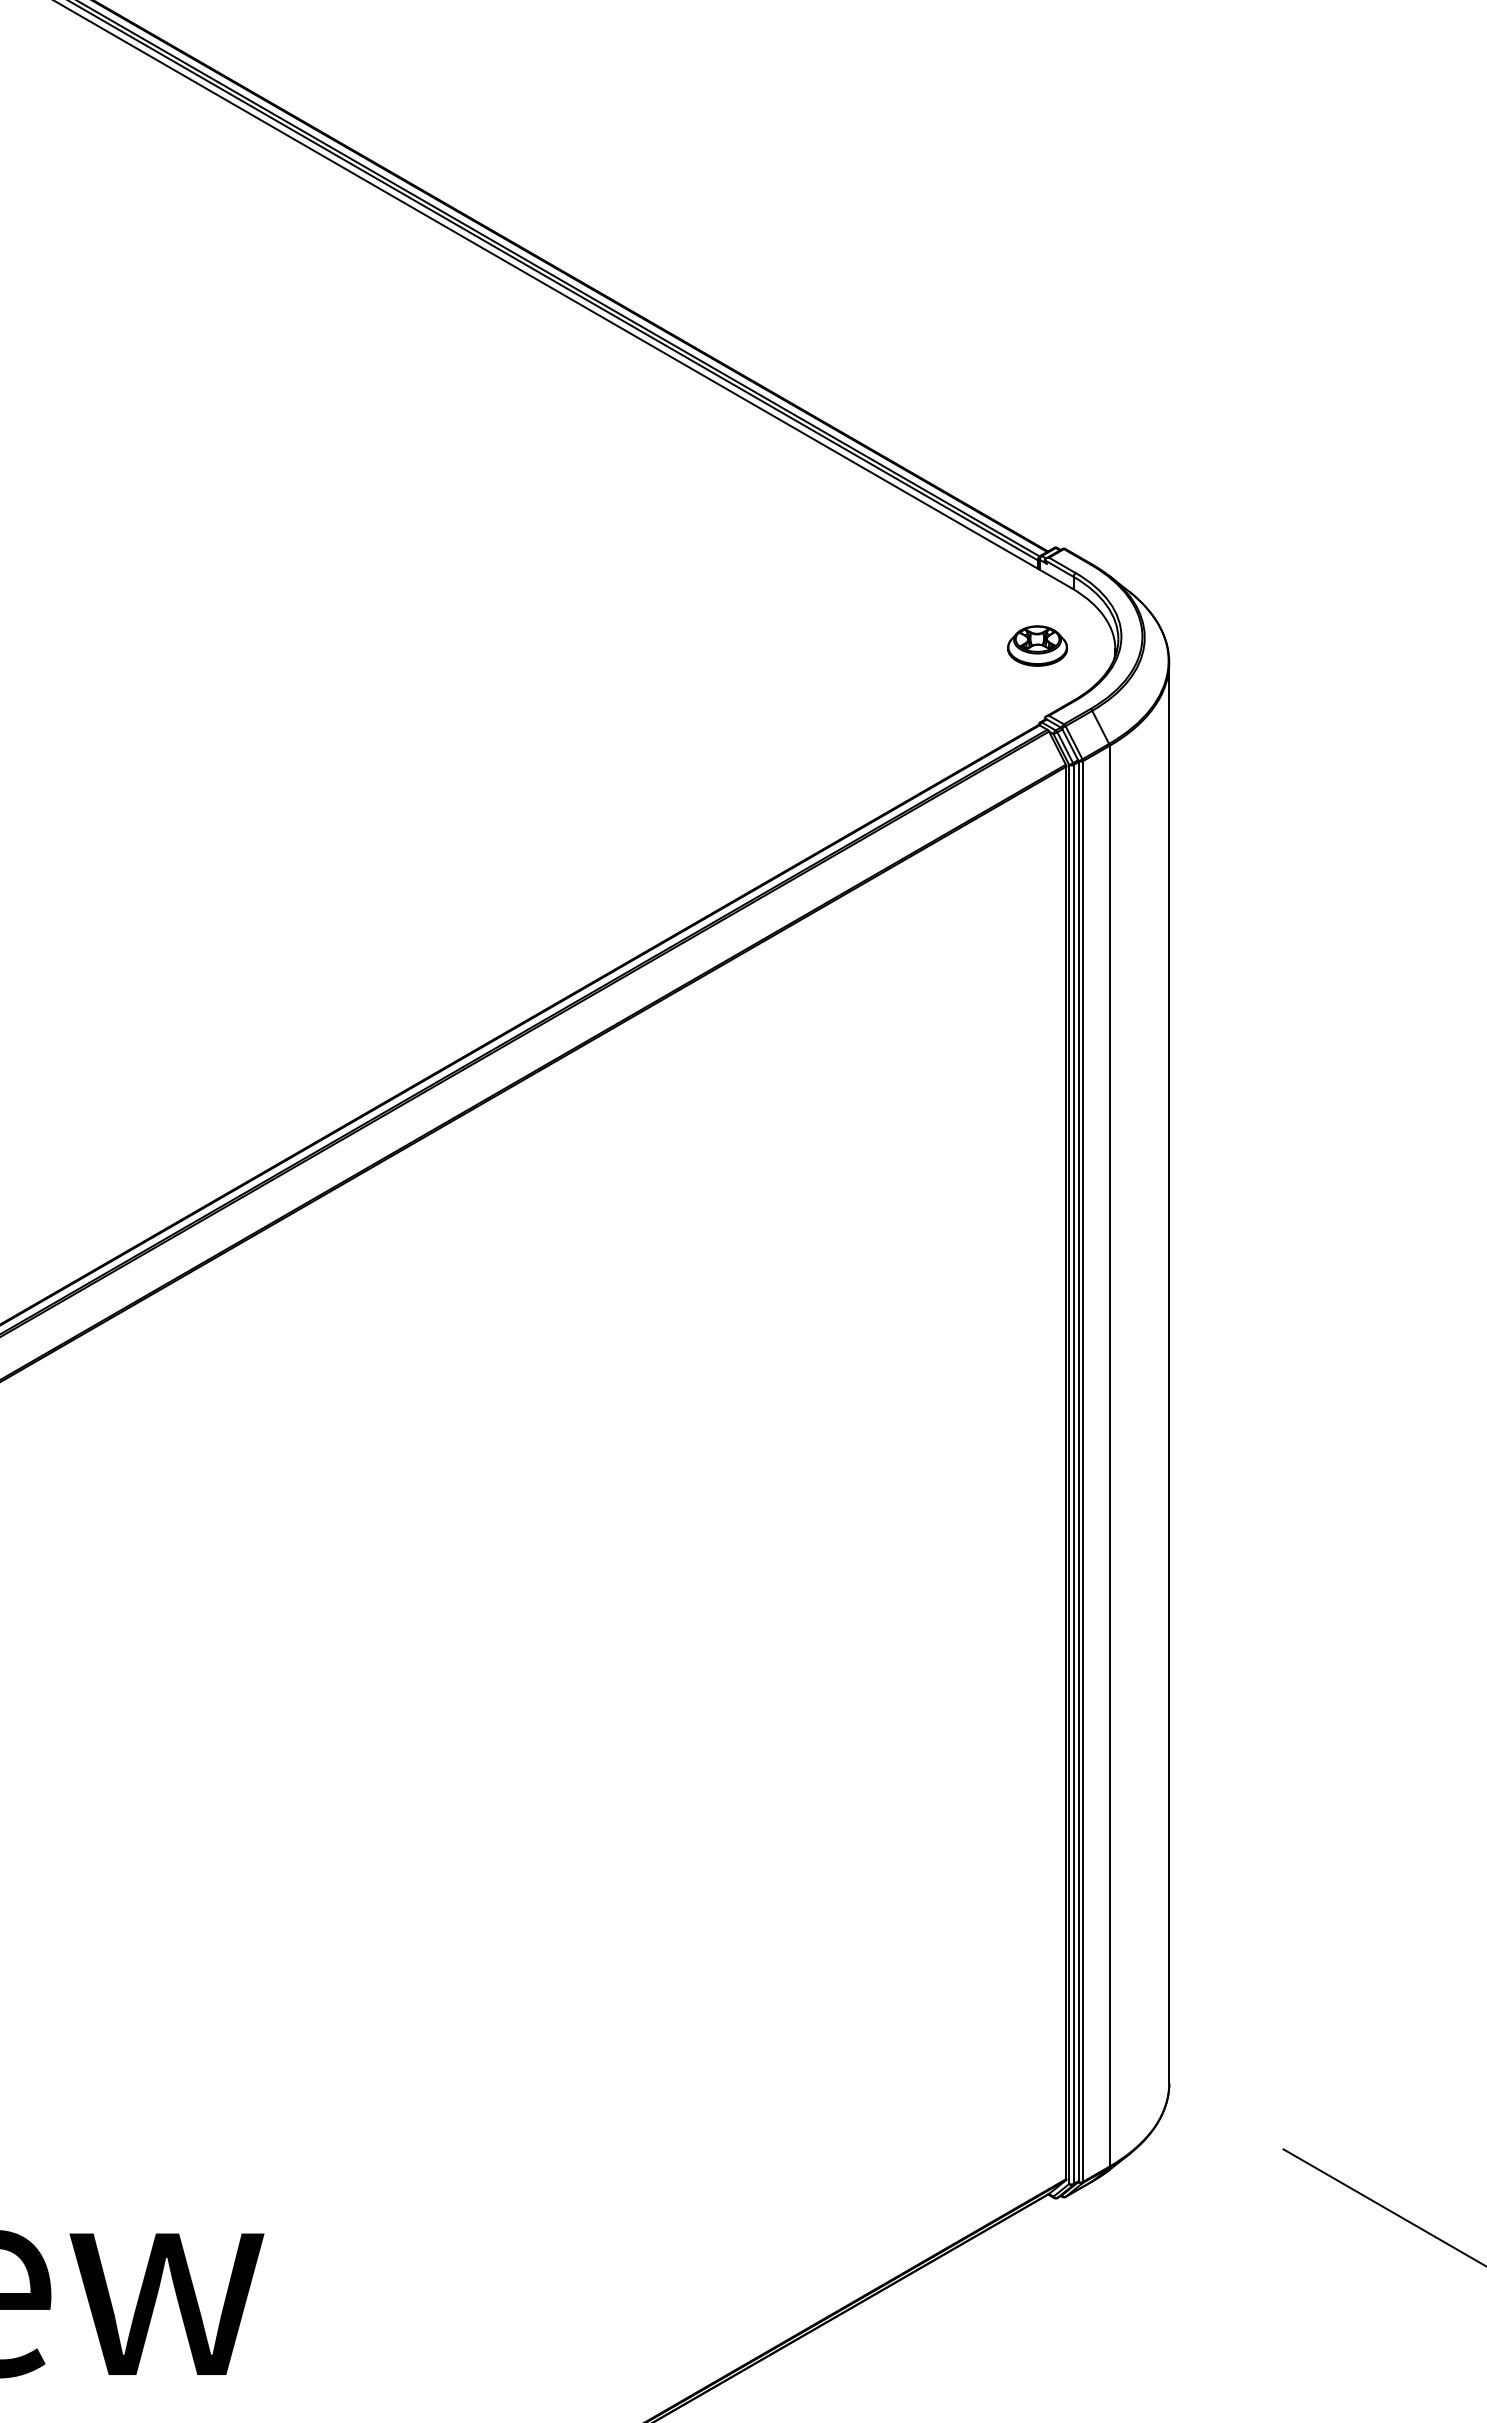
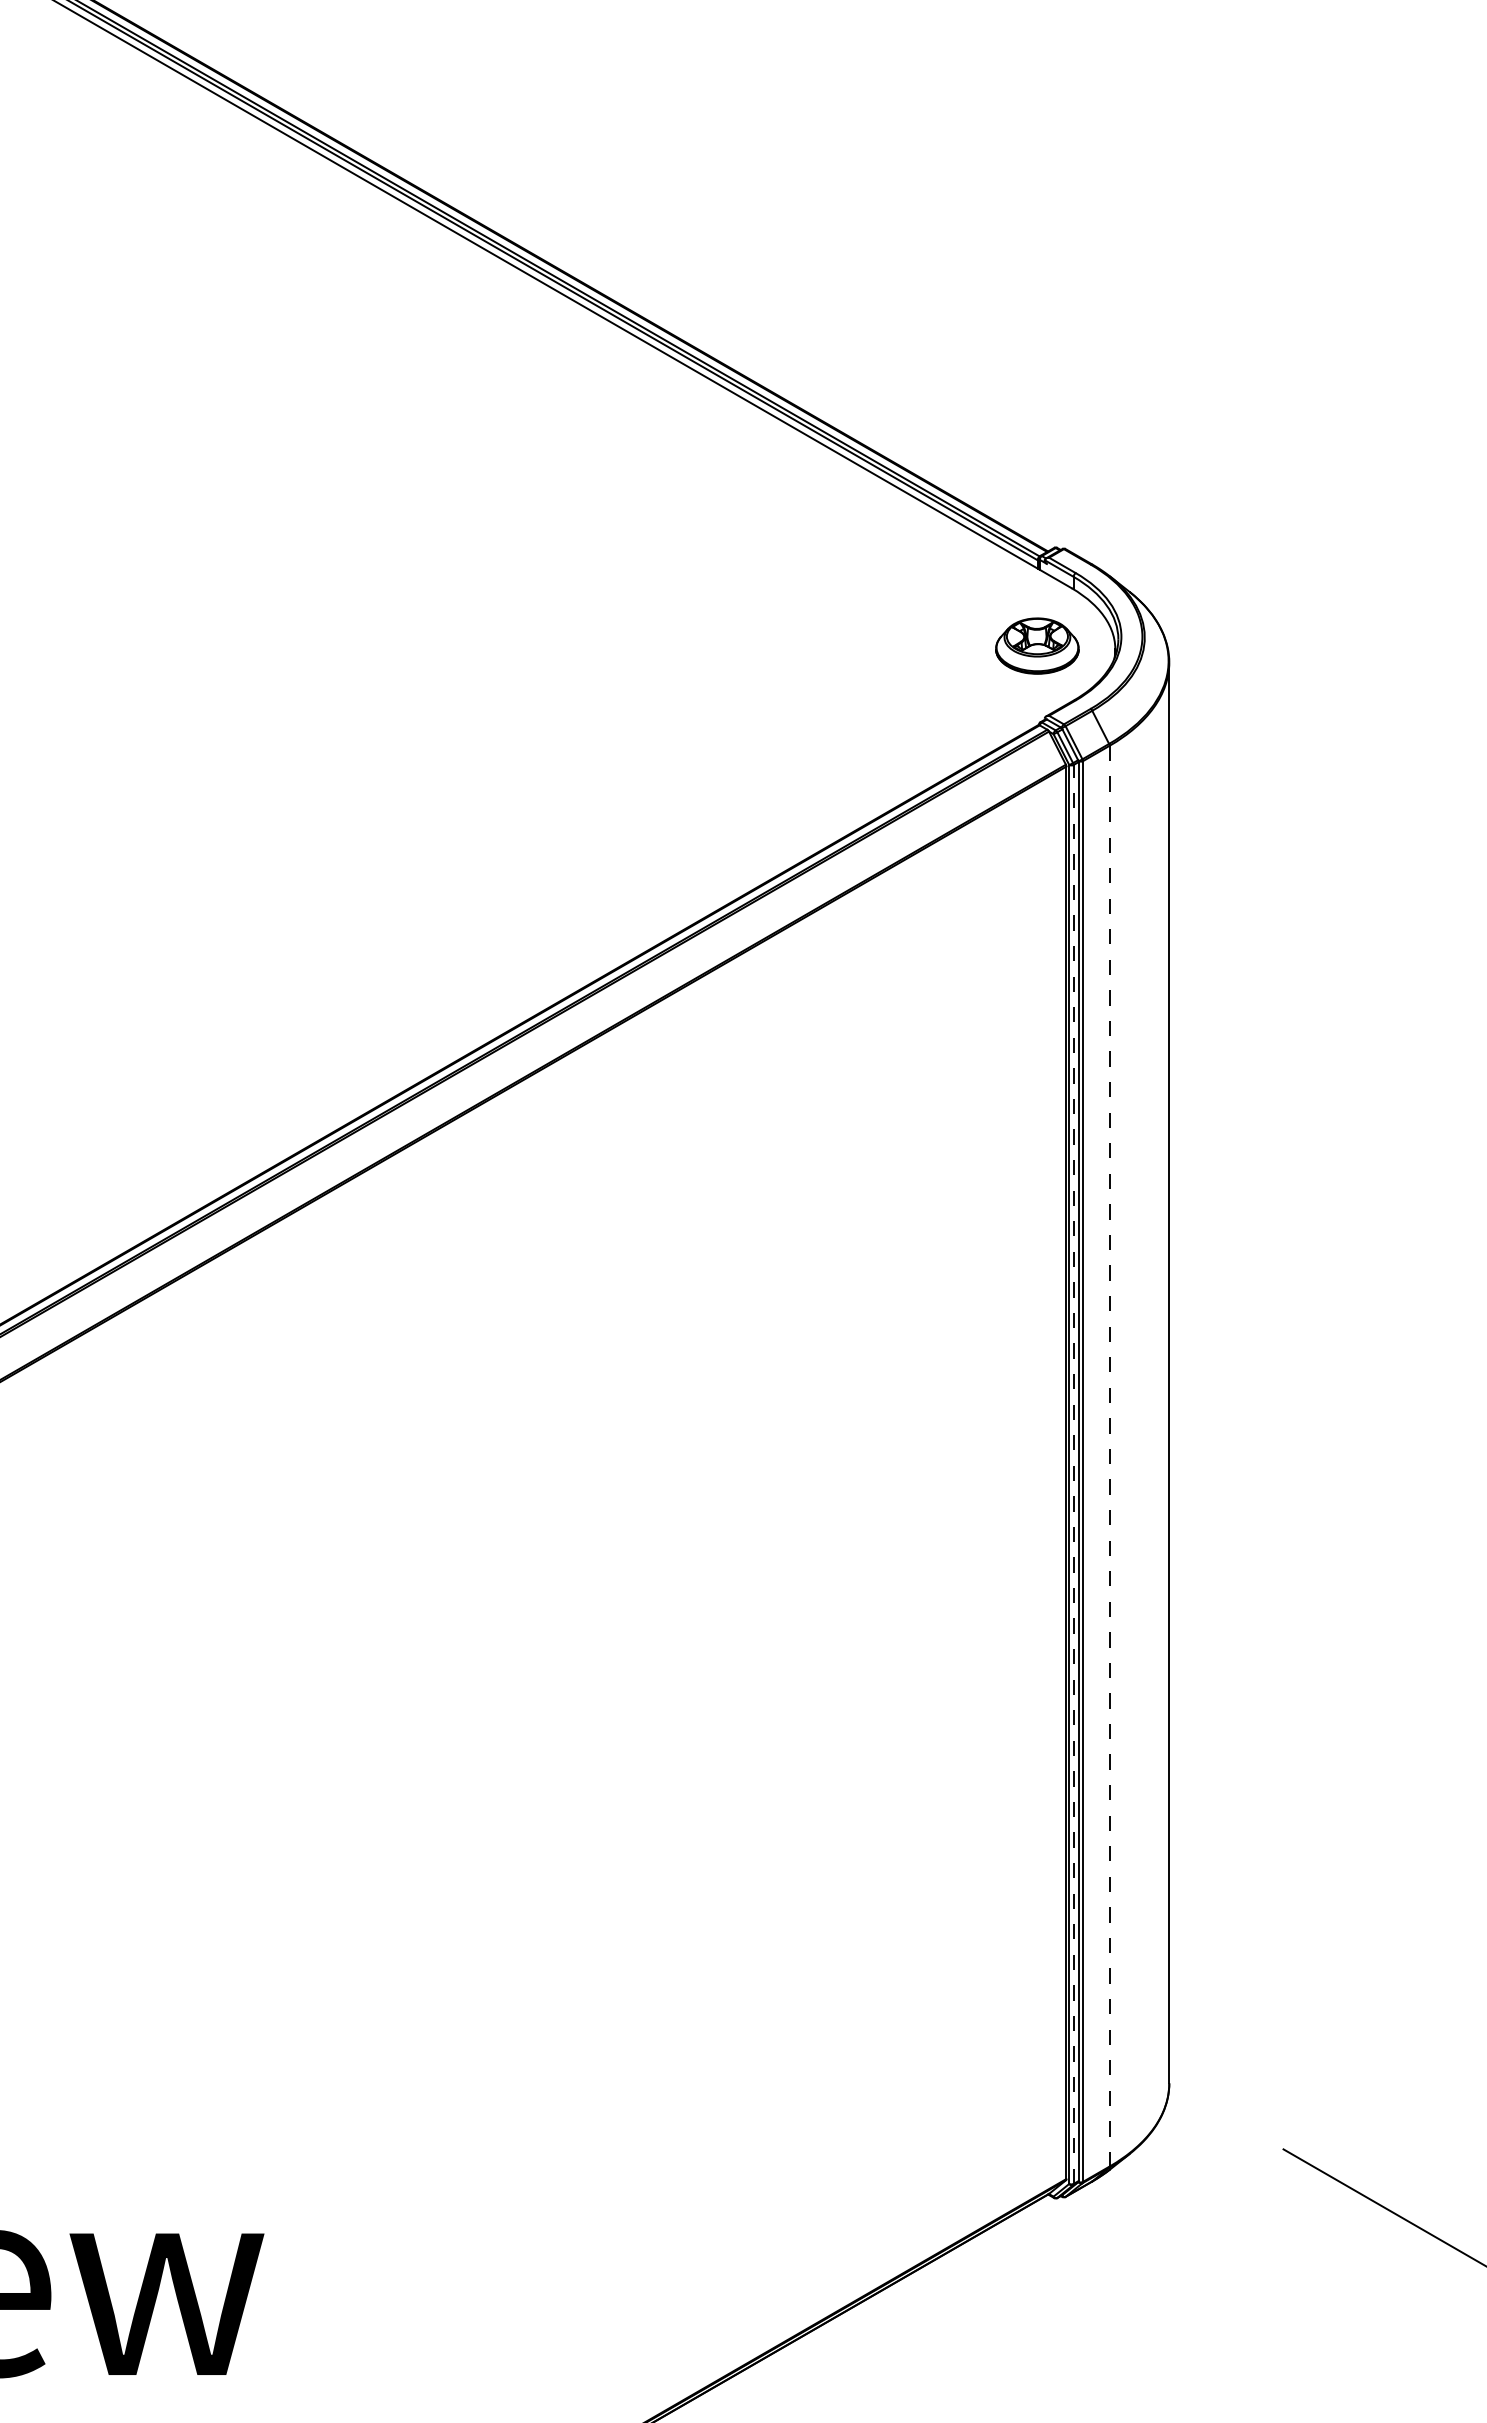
part at (1037, 645) size: 62x42 px -> 85x58 px
line at (1109, 1456): solid -> dashed
line at (1073, 1473): solid -> dashed
